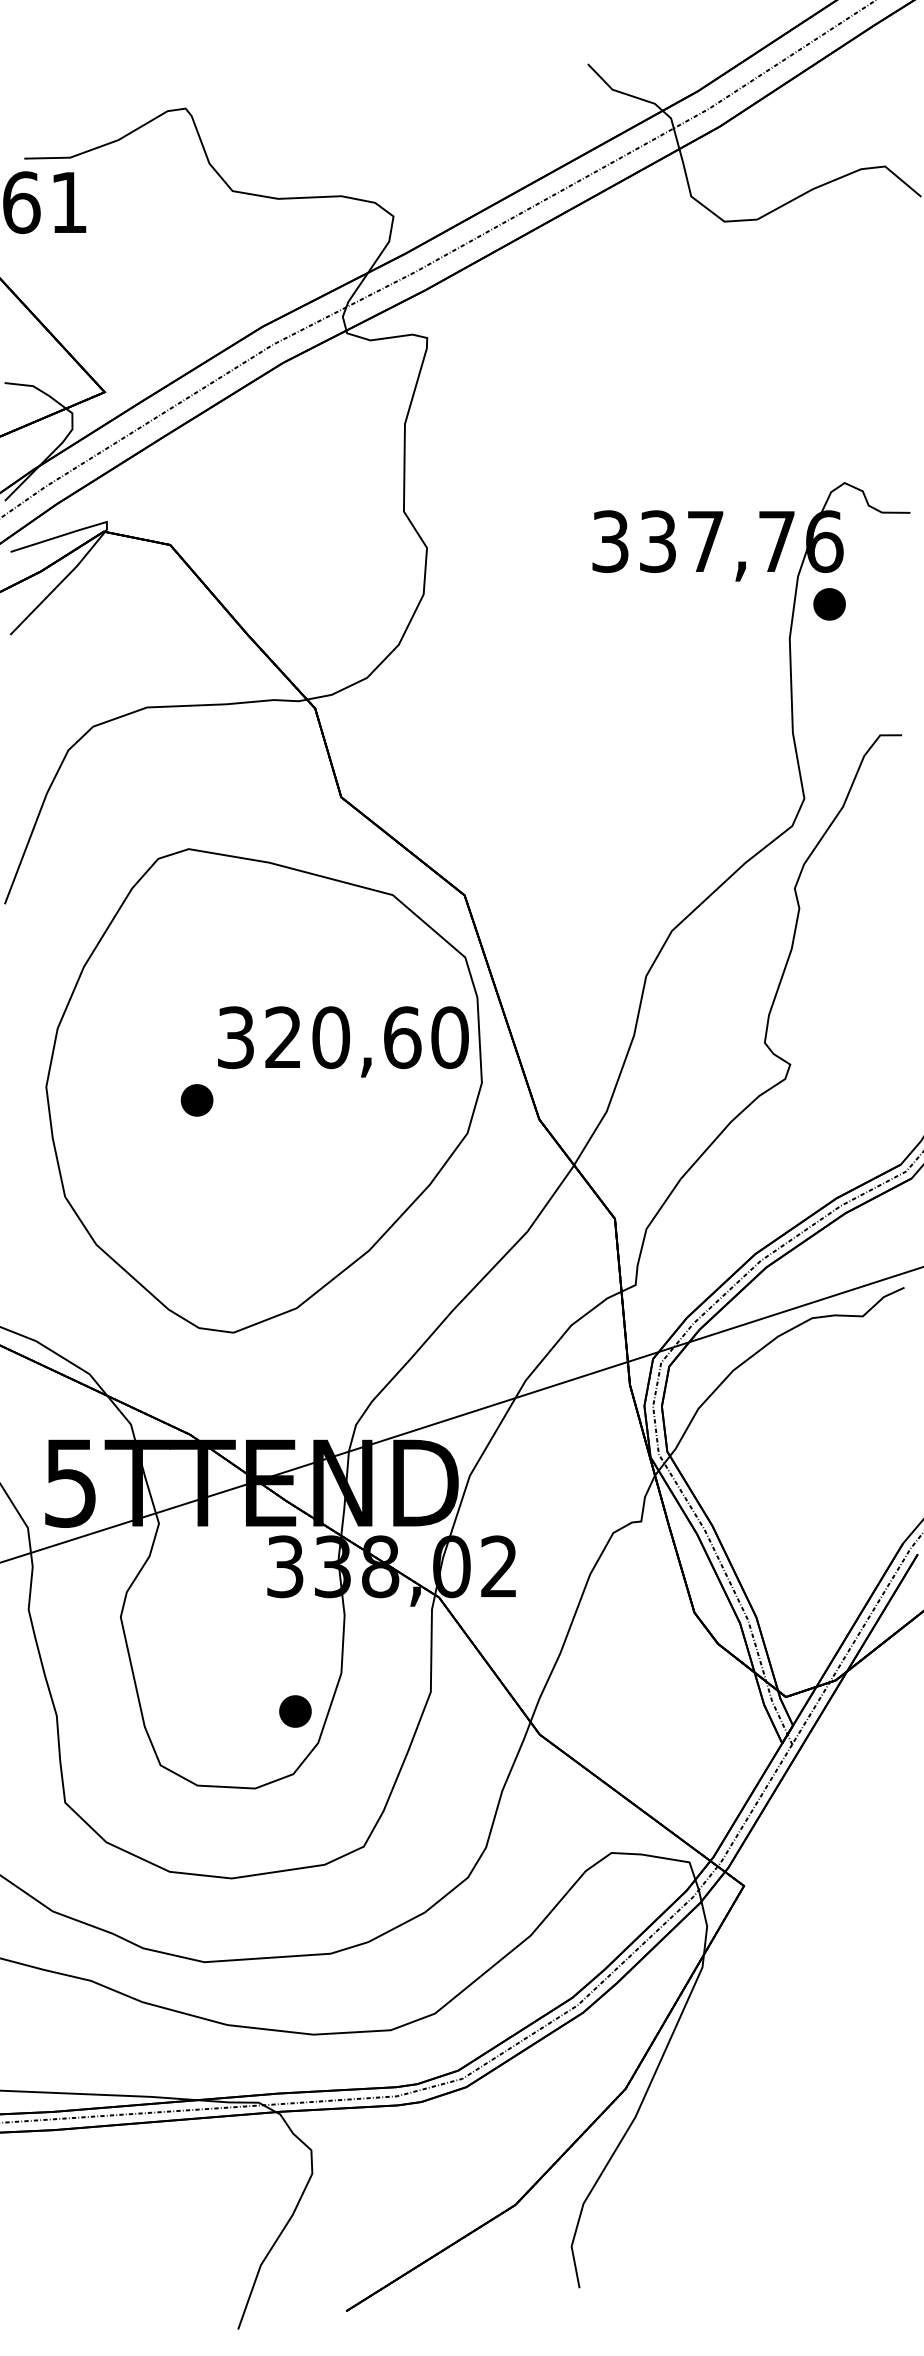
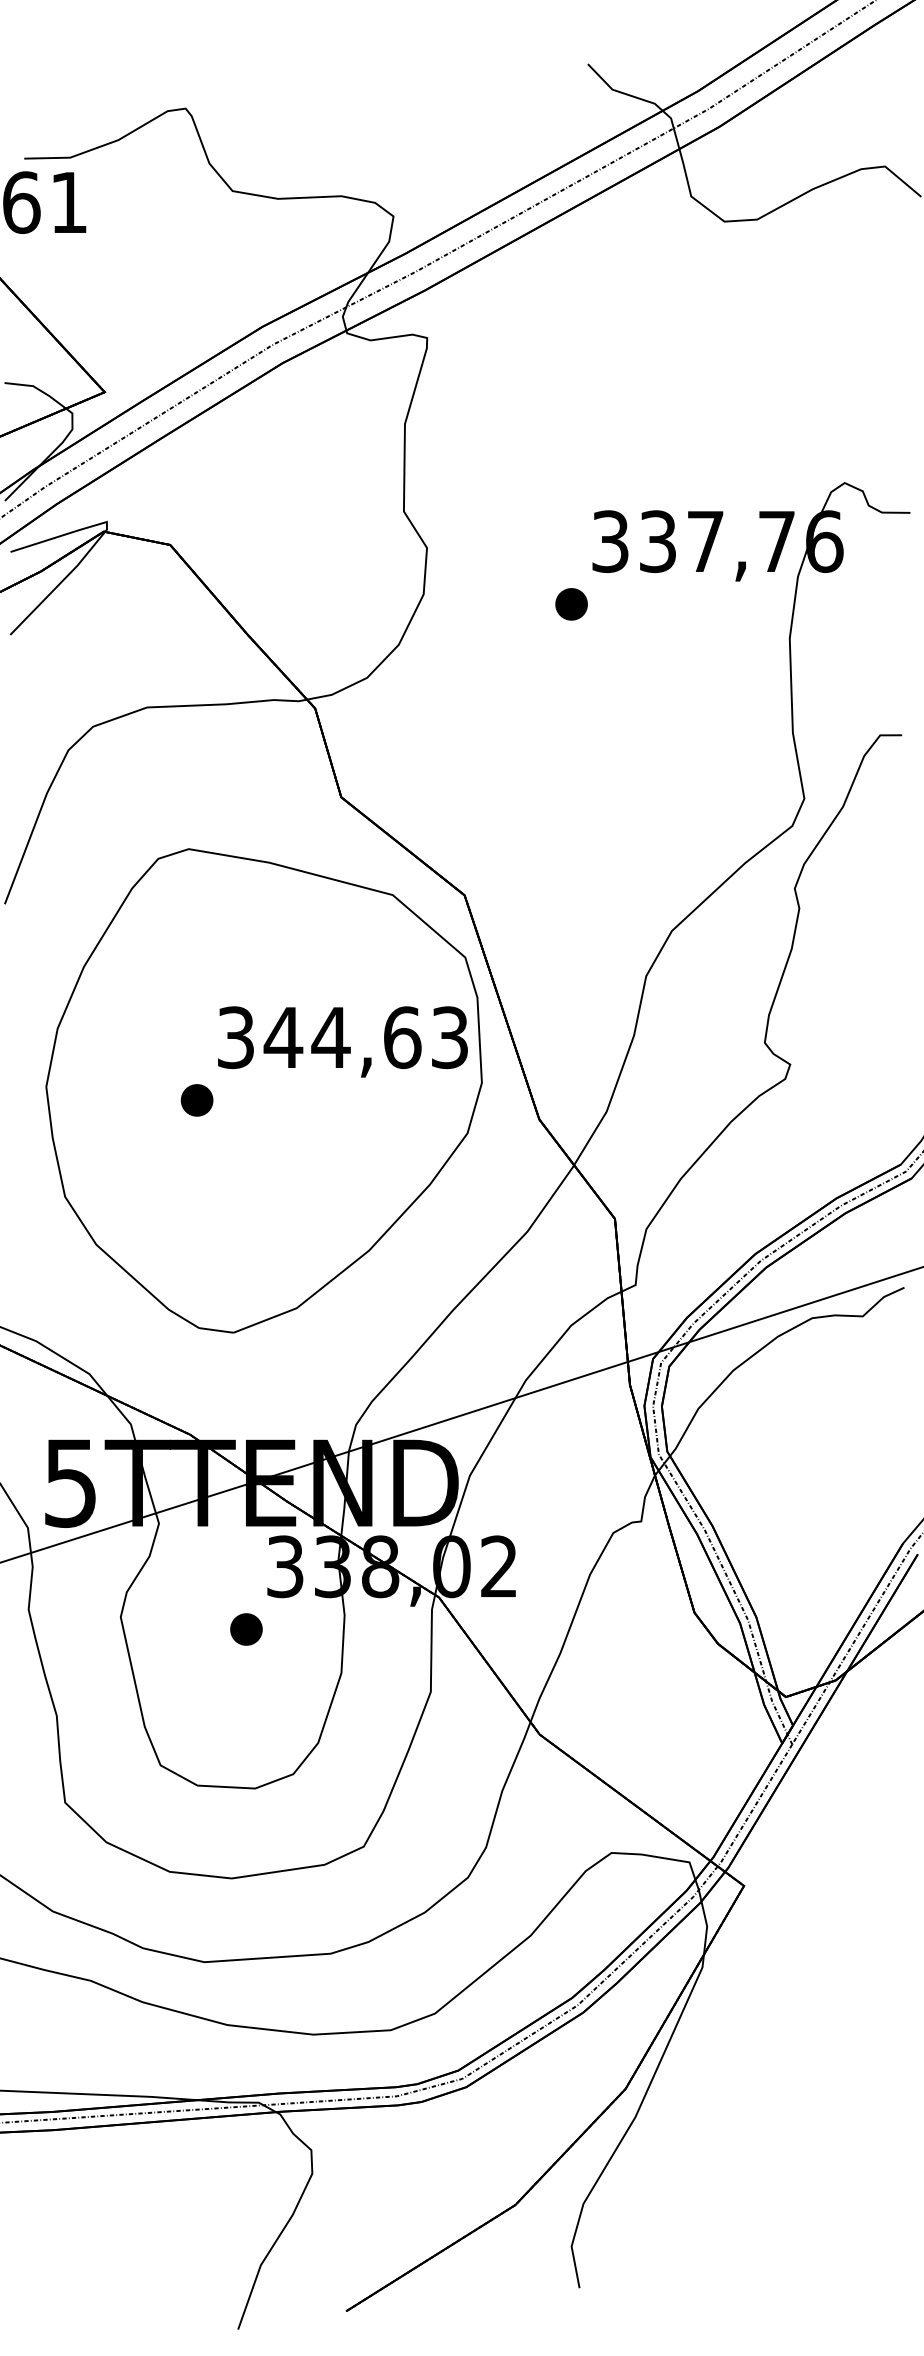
part at (829, 604) position: (829, 604) -> (571, 604)
text at (365, 1037): 320,60 -> 344,63
part at (295, 1711) position: (295, 1711) -> (246, 1629)
